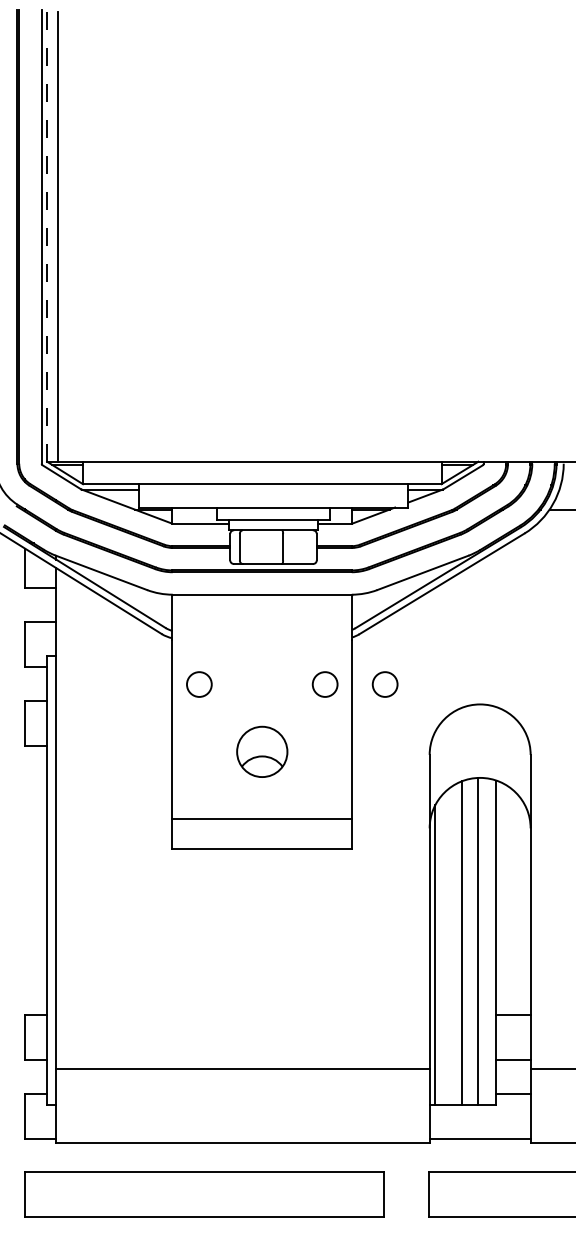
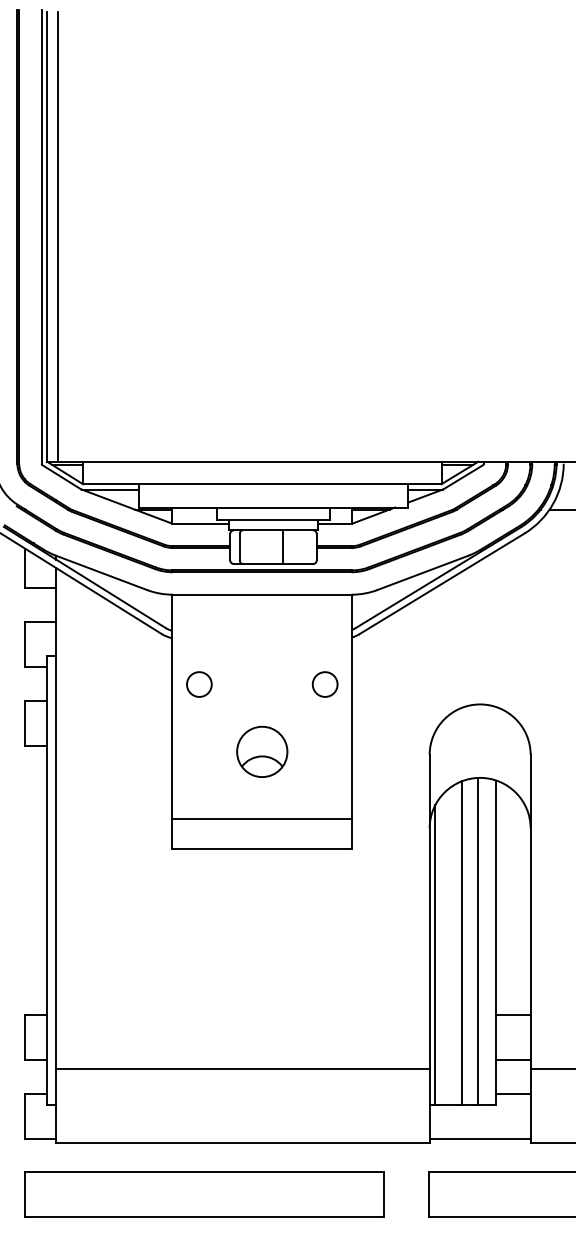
line at (47, 237): dashed -> solid
circle at (384, 684): present -> none
